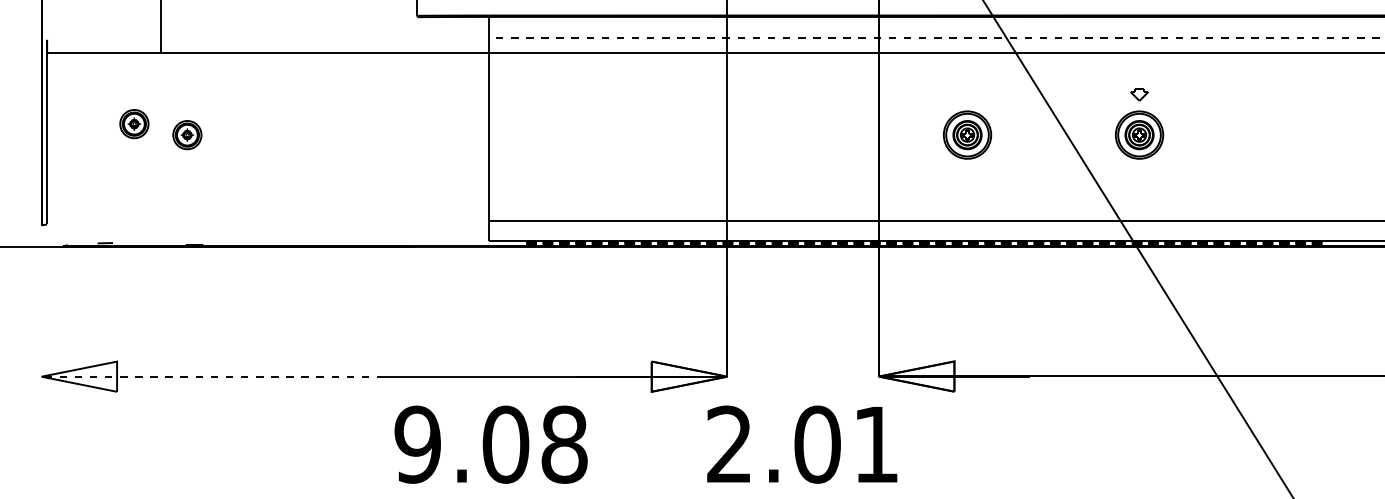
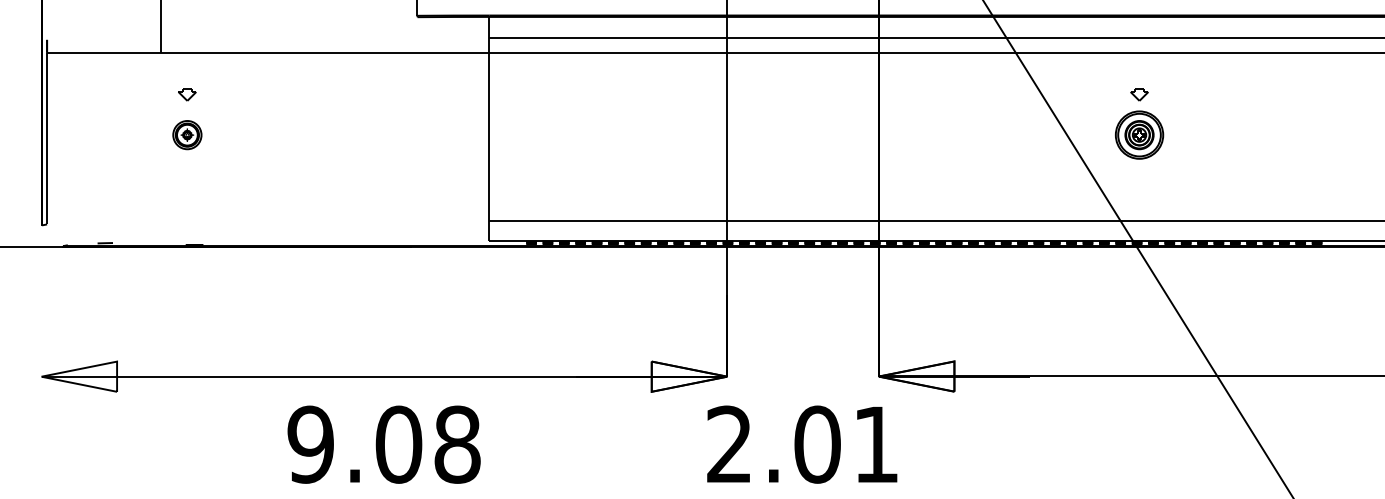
line at (936, 37): dashed -> solid
part at (187, 94): none -> present
part at (134, 124): present -> none
part at (967, 134): present -> none
line at (212, 376): dashed -> solid
text at (490, 444) position: (490, 444) -> (383, 444)
